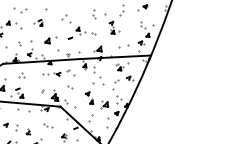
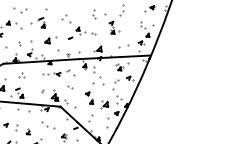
part at (142, 7) position: (142, 7) -> (149, 8)
part at (38, 22) size: 11x8 px -> 17x12 px
part at (48, 125) size: 11x6 px -> 15x9 px
